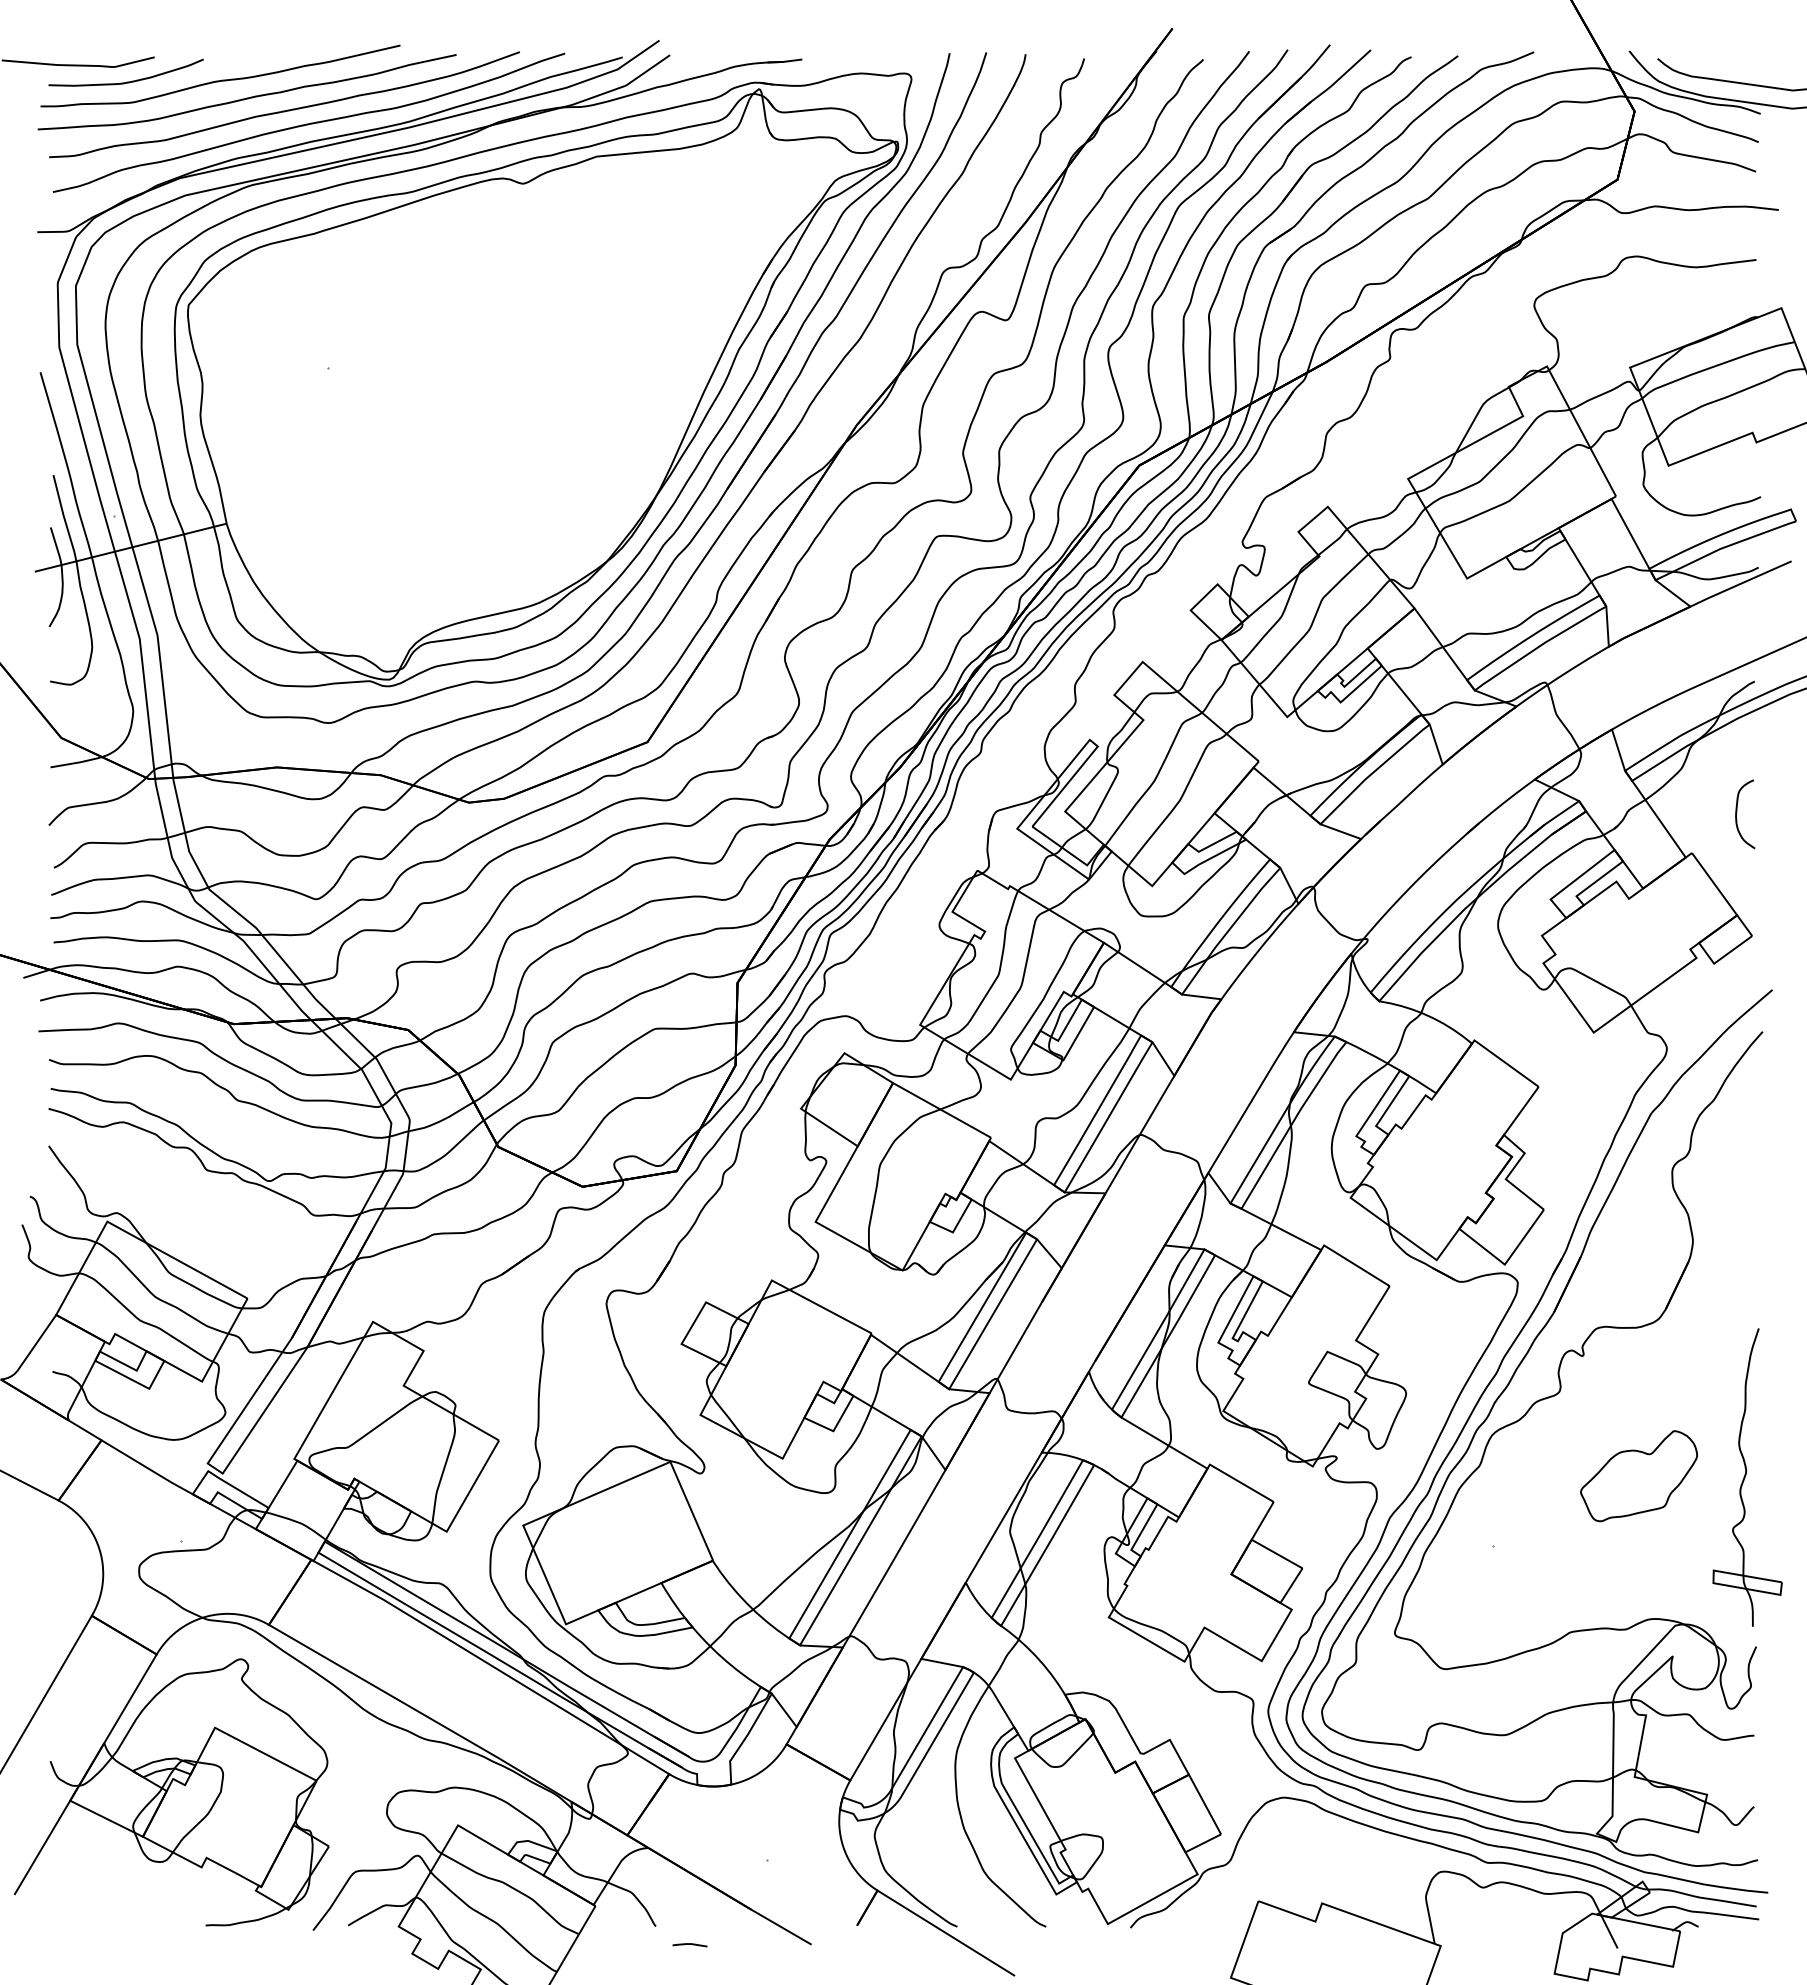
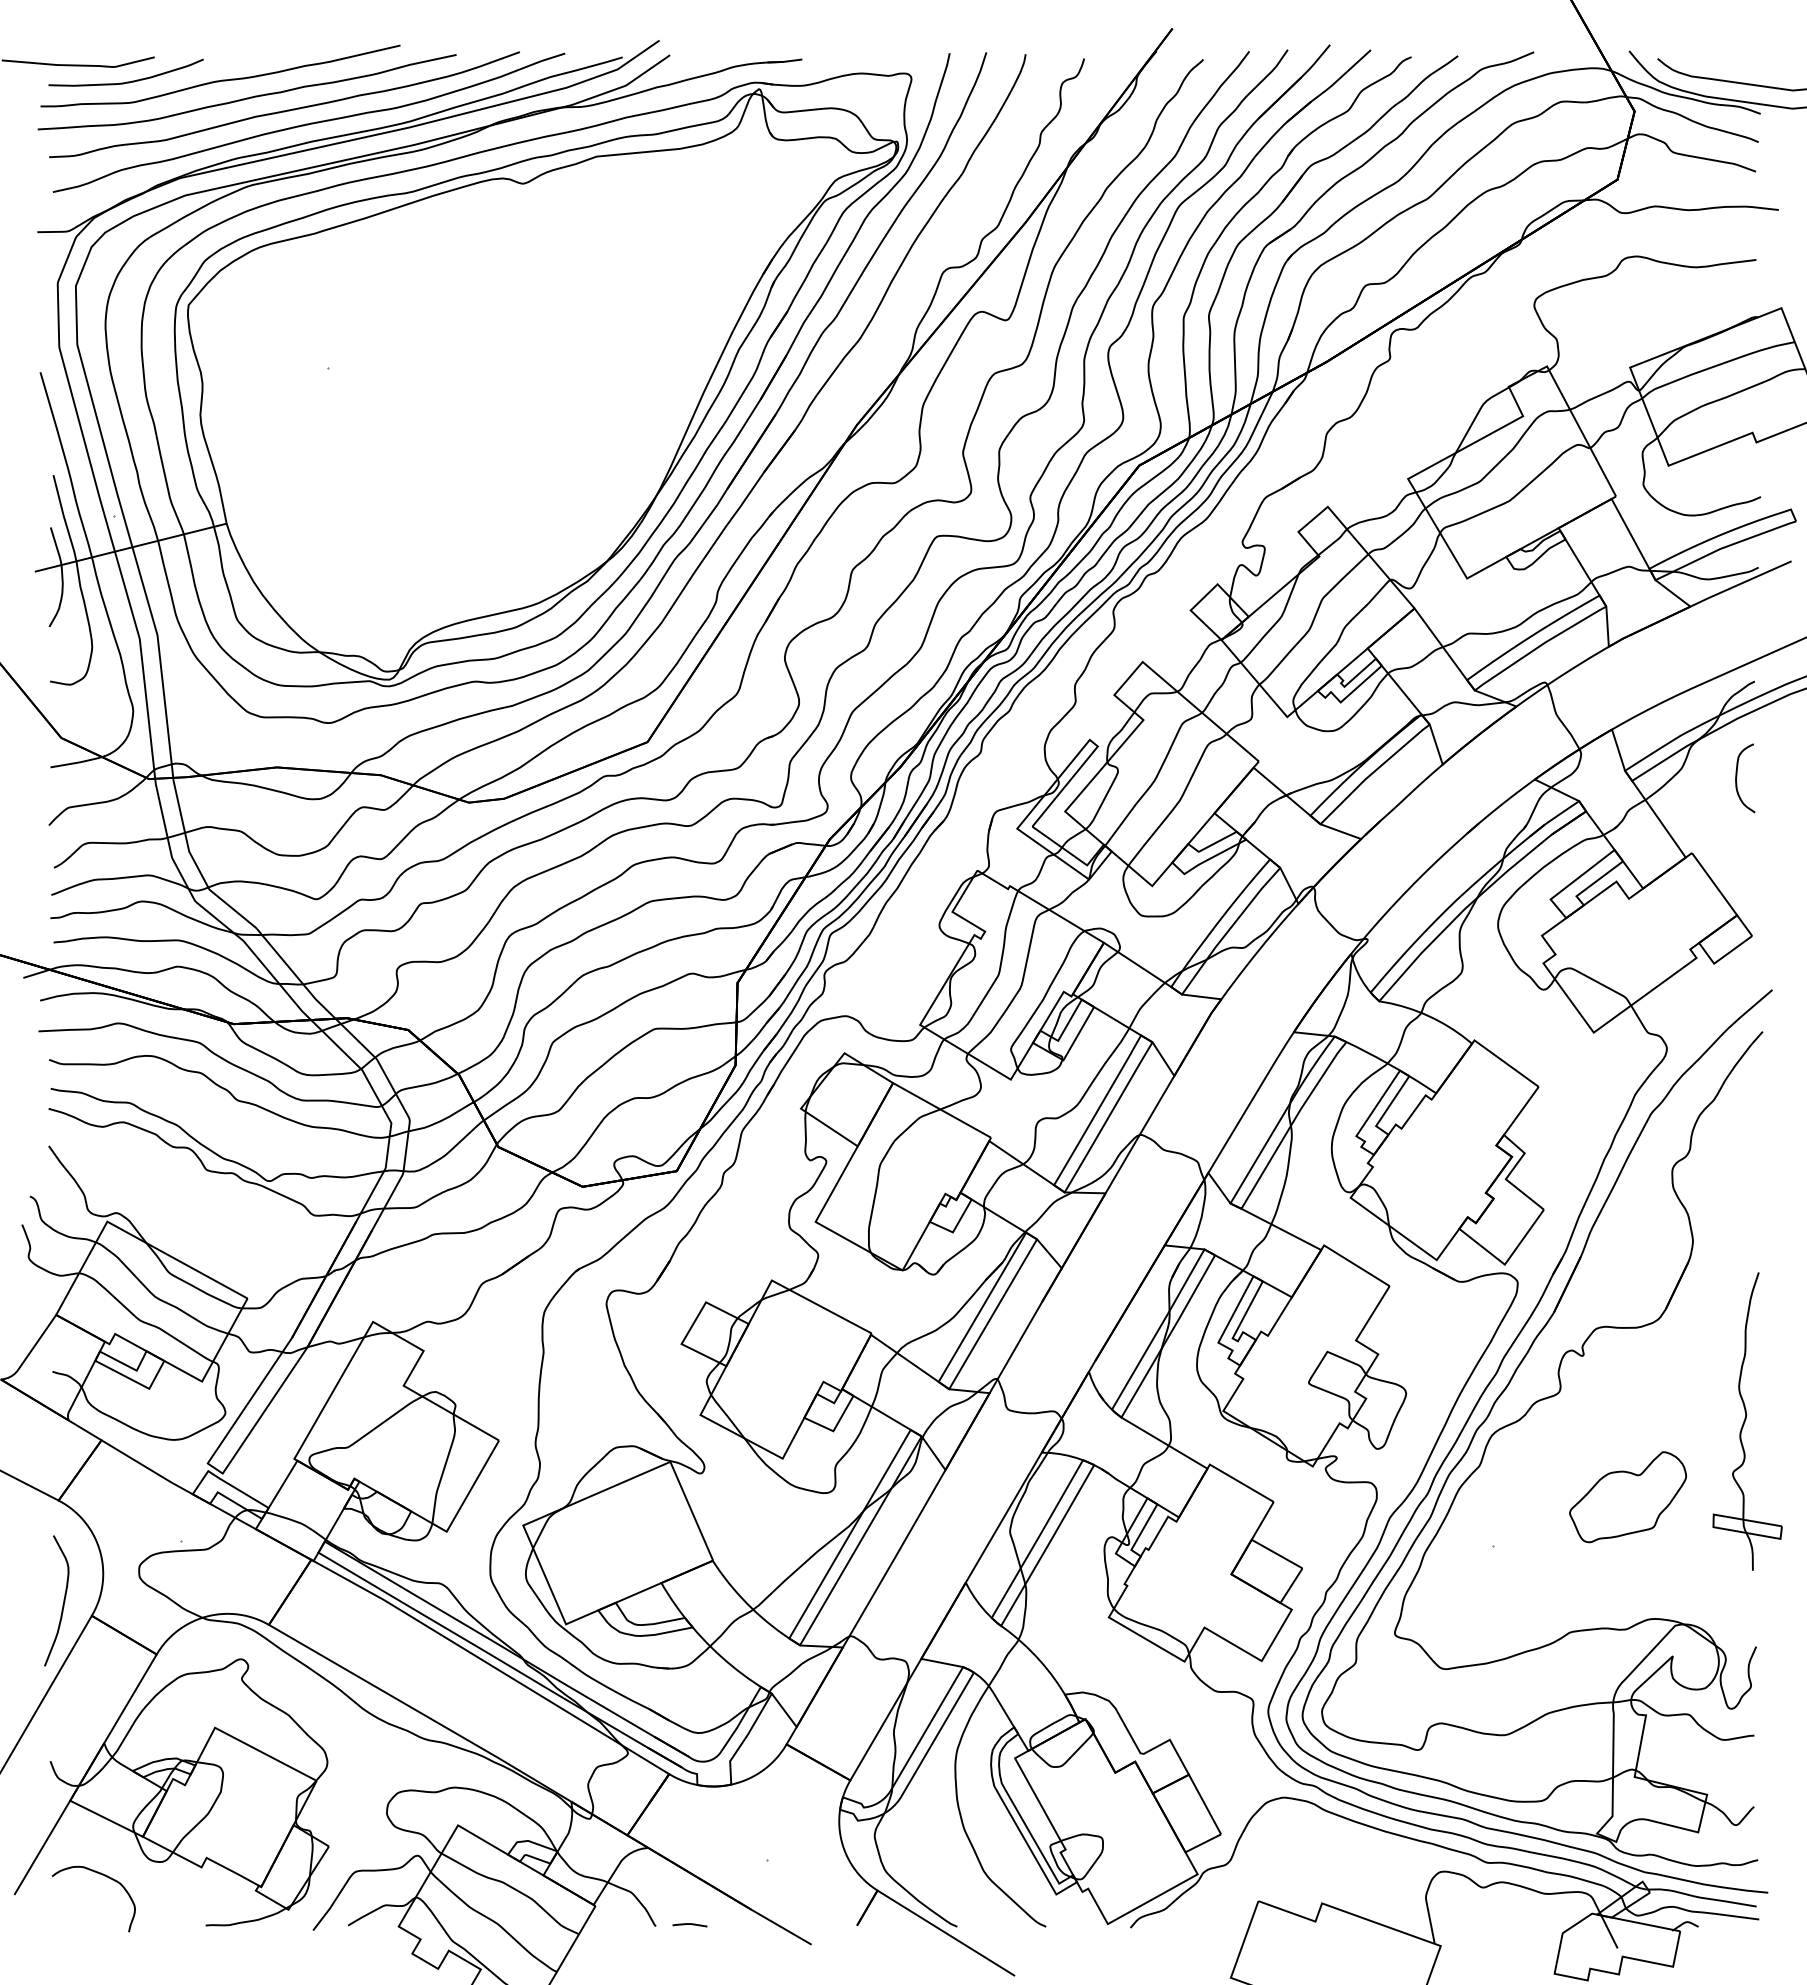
curve at (1737, 812) position: (1737, 812) -> (1737, 776)
part at (1638, 1476) position: (1638, 1476) -> (1627, 1497)
part at (1747, 1477) position: (1747, 1477) -> (1747, 1421)
curve at (63, 1600): none -> present
curve at (104, 1876): none -> present
line at (689, 1944) position: (689, 1944) -> (689, 1924)
